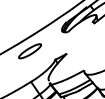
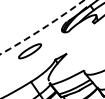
arc at (42, 29): solid -> dashed
